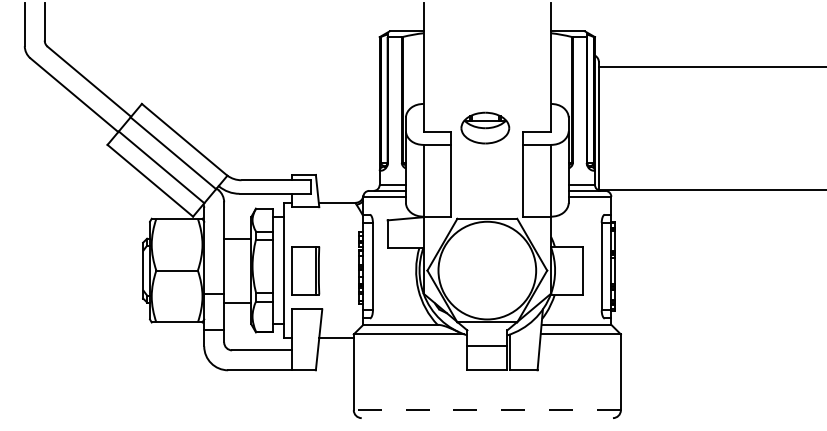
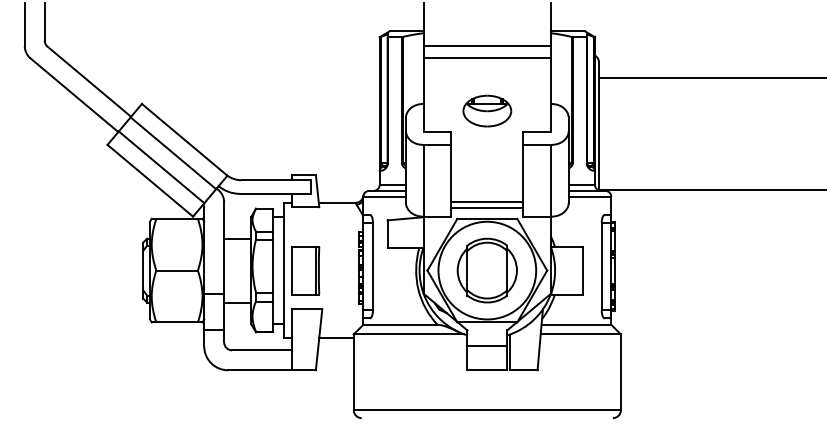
line at (487, 46): none -> present
line at (487, 58): none -> present
line at (710, 67) position: (710, 67) -> (710, 78)
part at (485, 127) position: (485, 127) -> (487, 110)
line at (487, 201): none -> present
line at (487, 207): none -> present
part at (486, 270): none -> present
line at (487, 410): dashed -> solid
